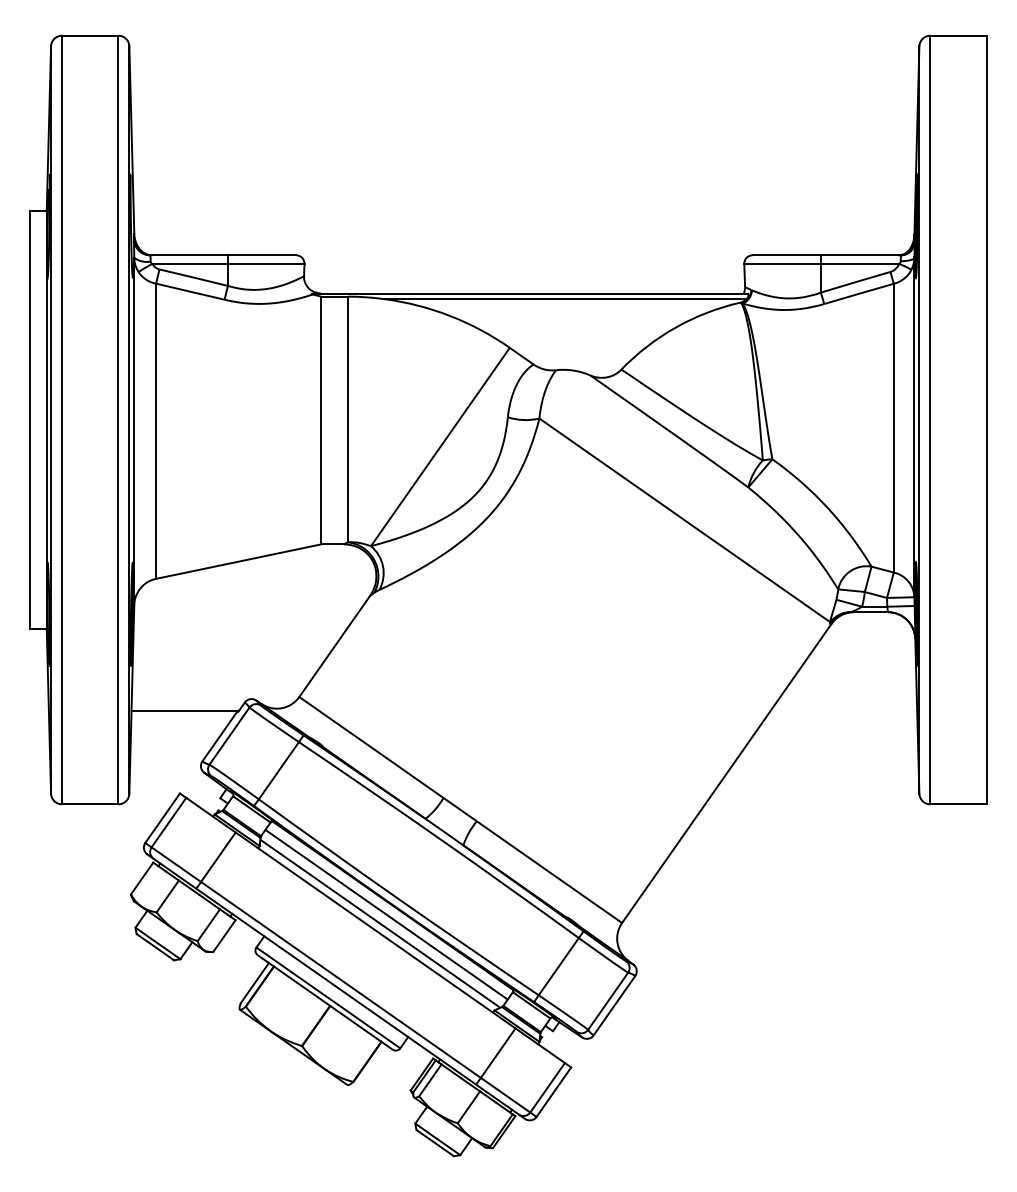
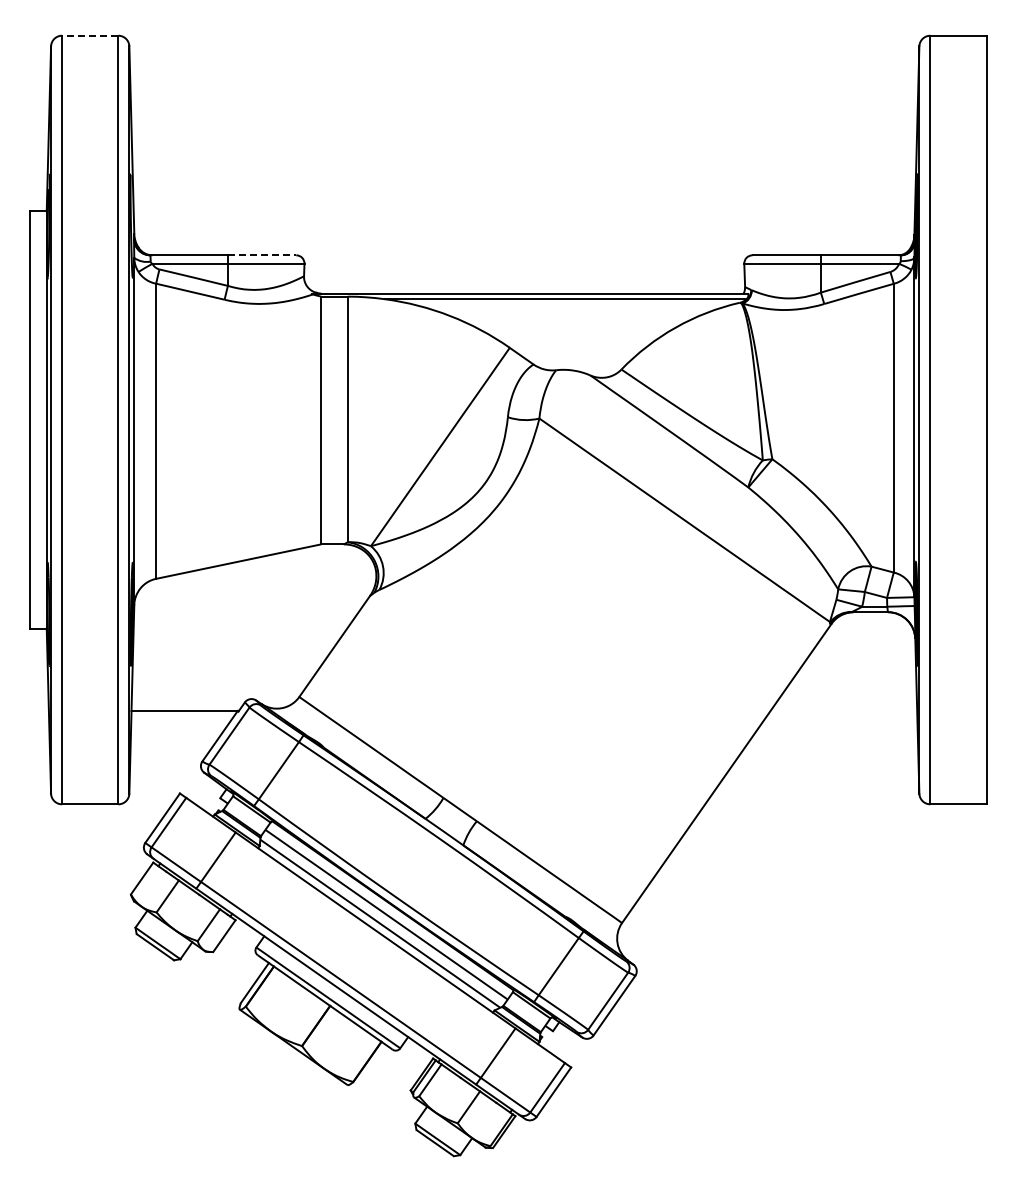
line at (89, 35): solid -> dashed
line at (262, 255): solid -> dashed
